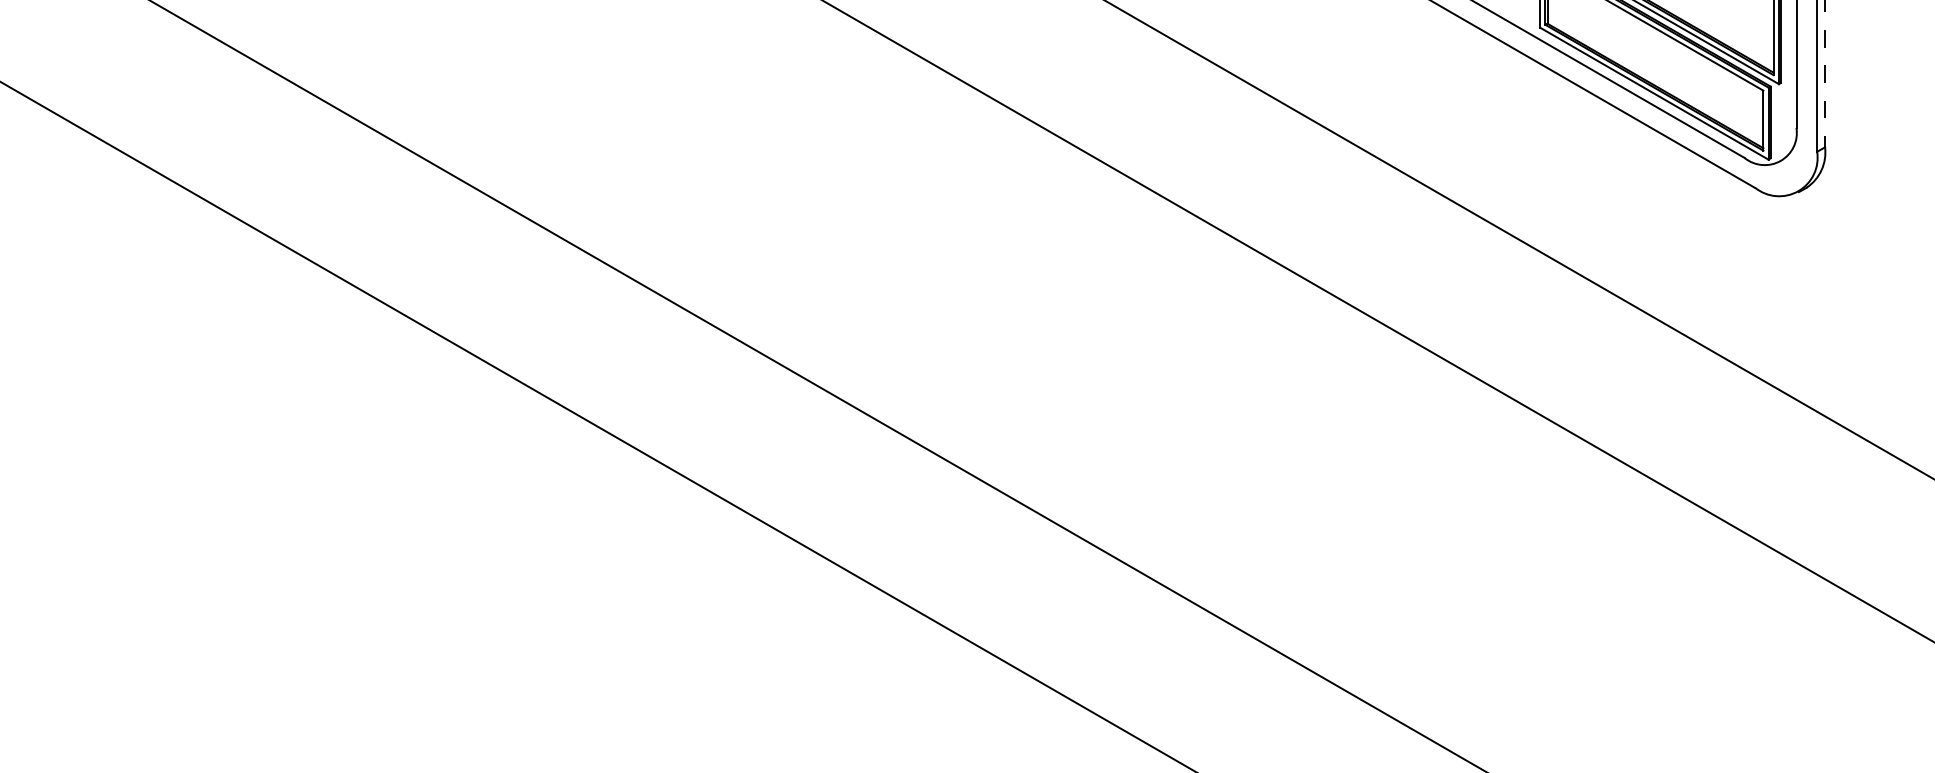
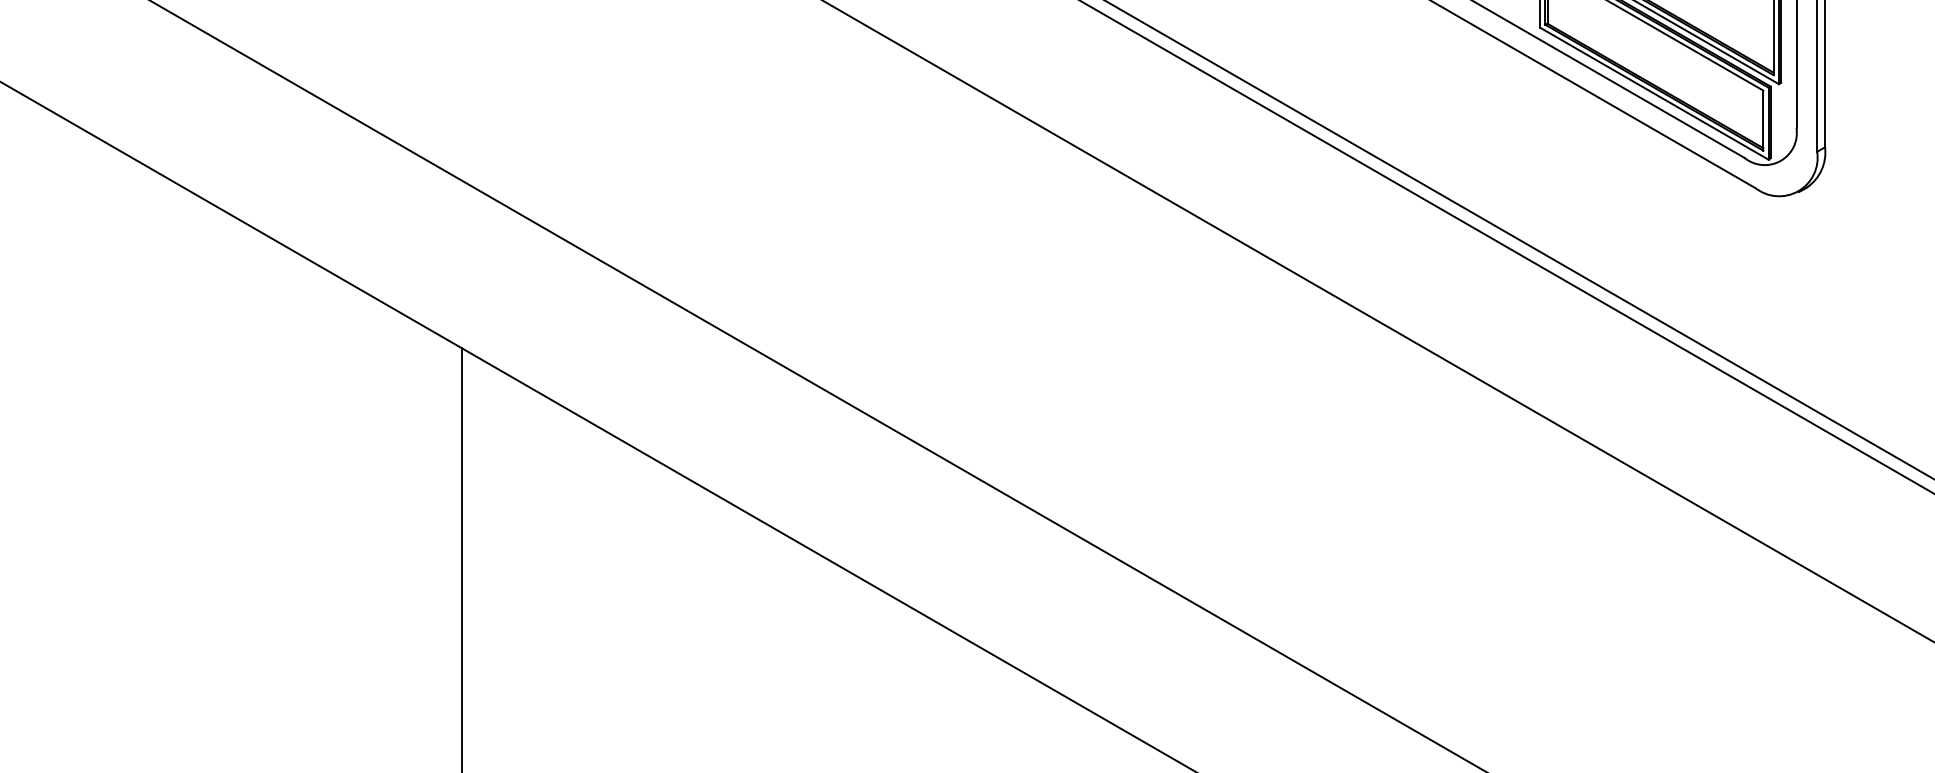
line at (1825, 74): dashed -> solid
line at (1507, 247): none -> present
line at (462, 558): none -> present
